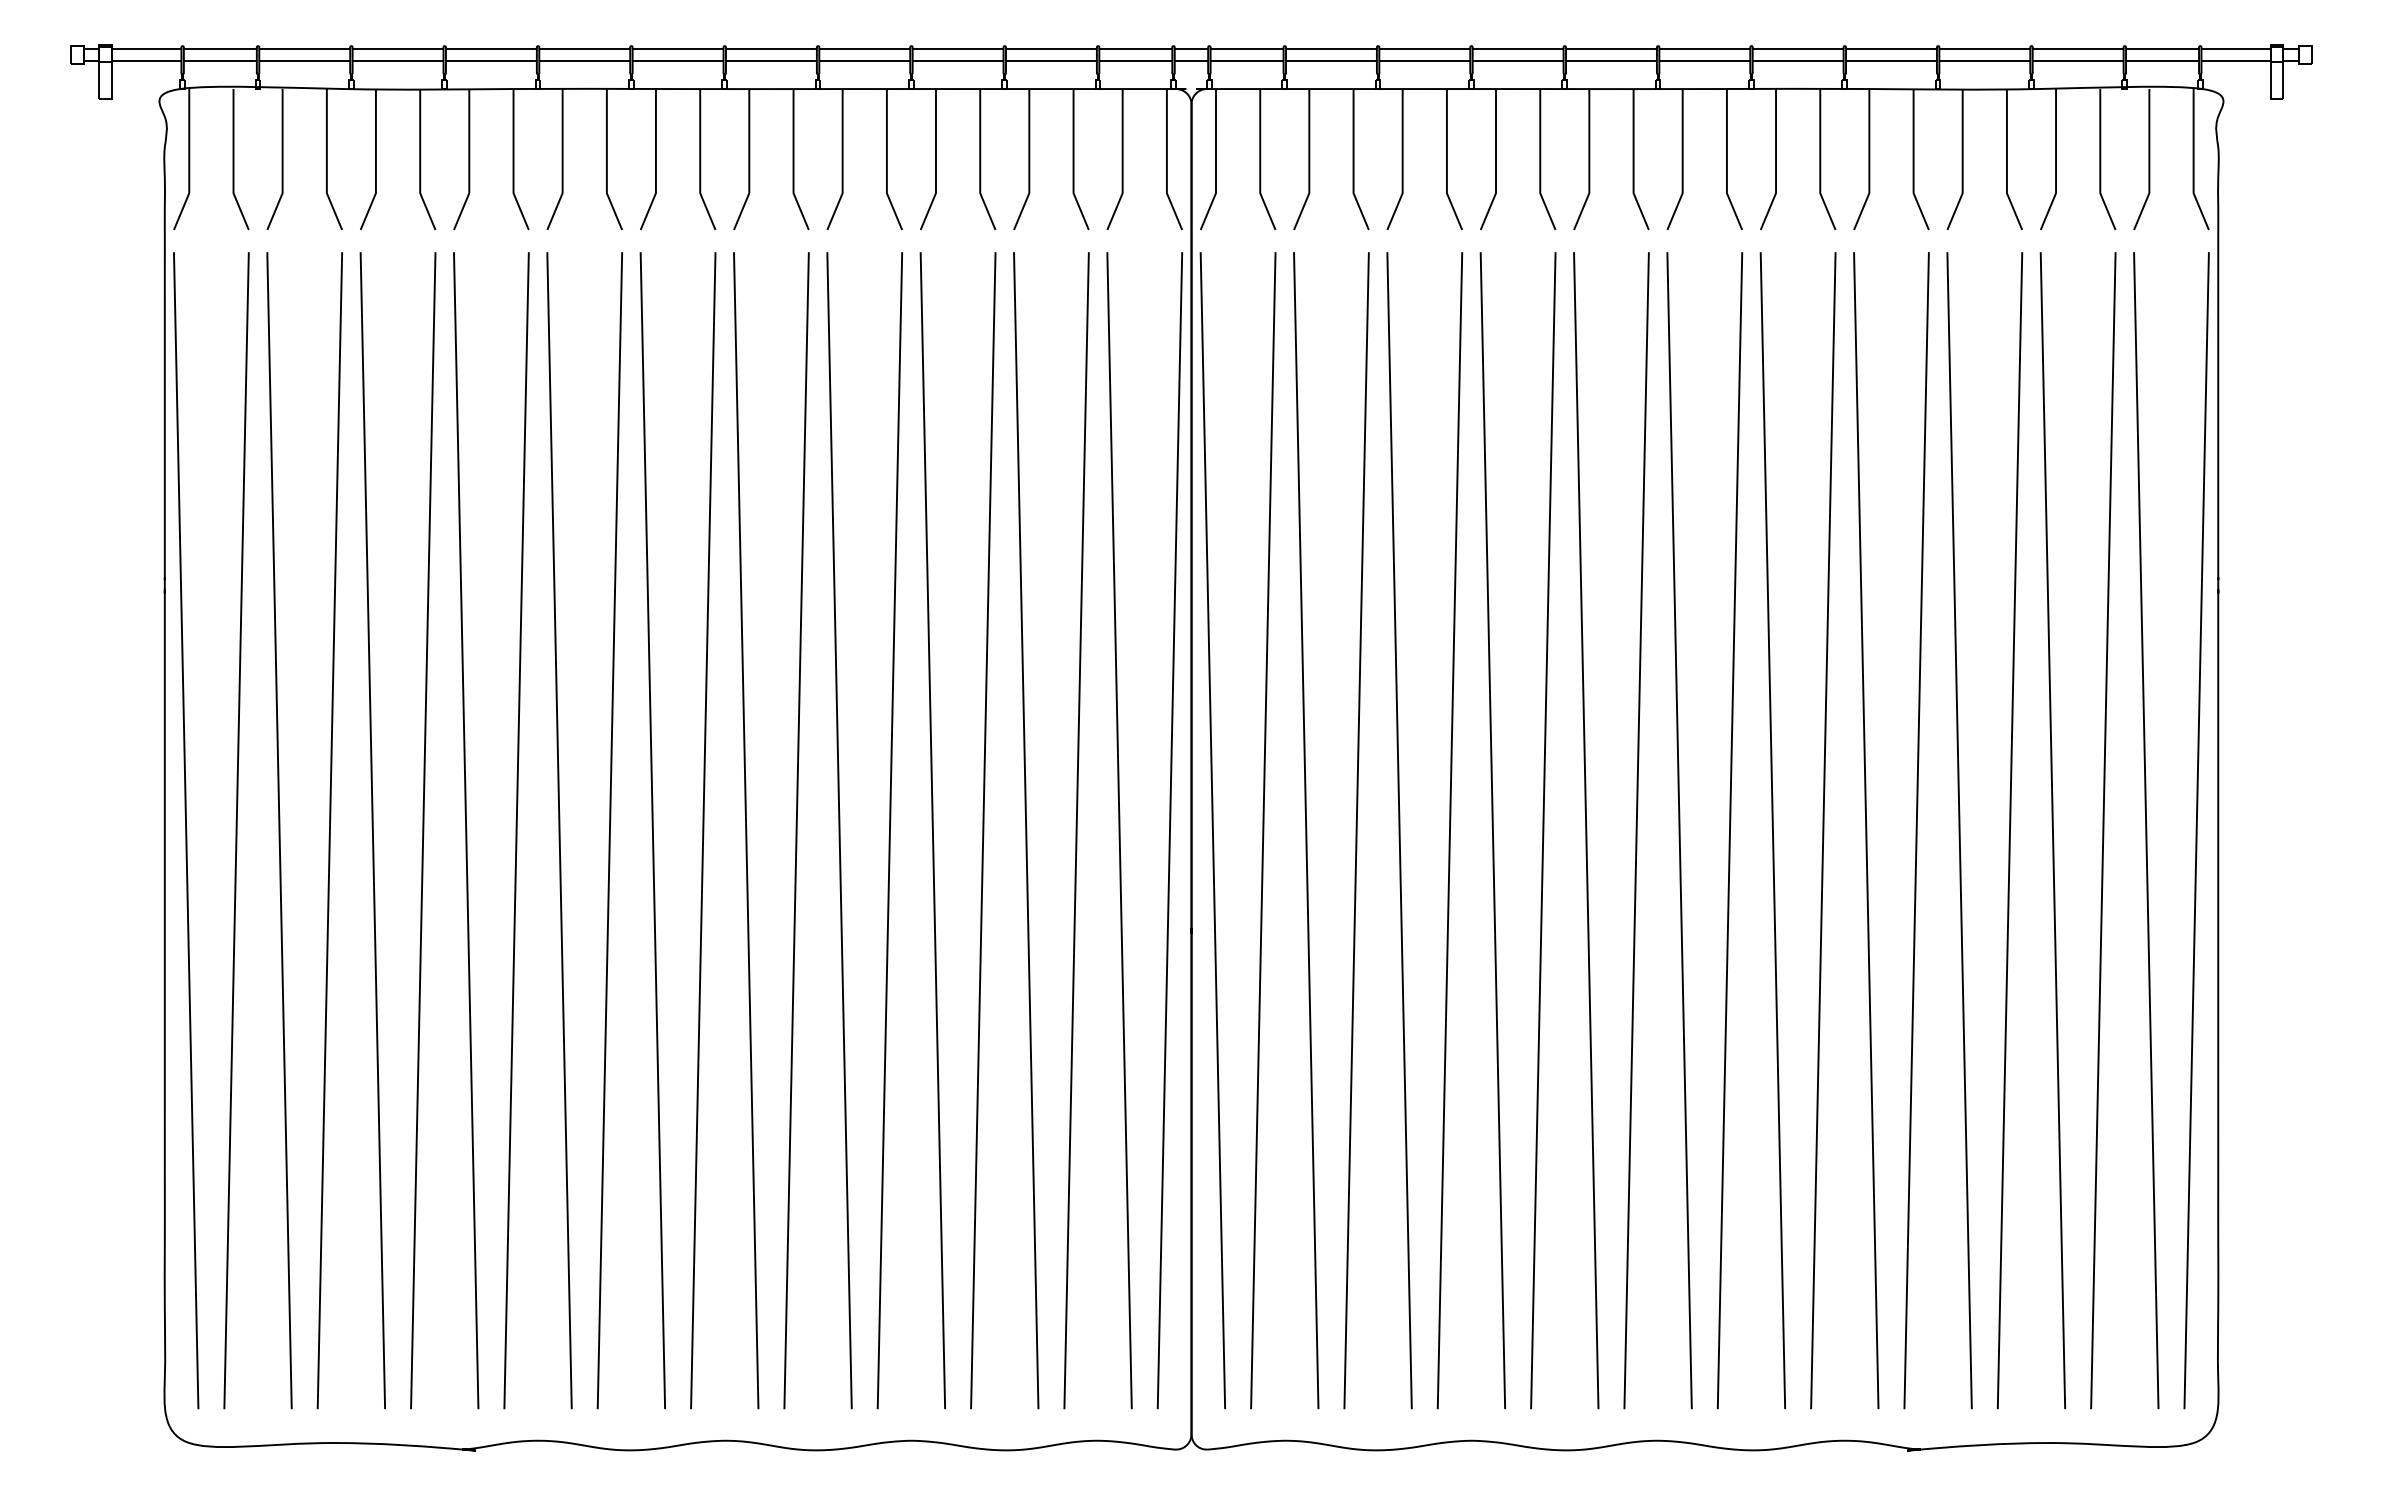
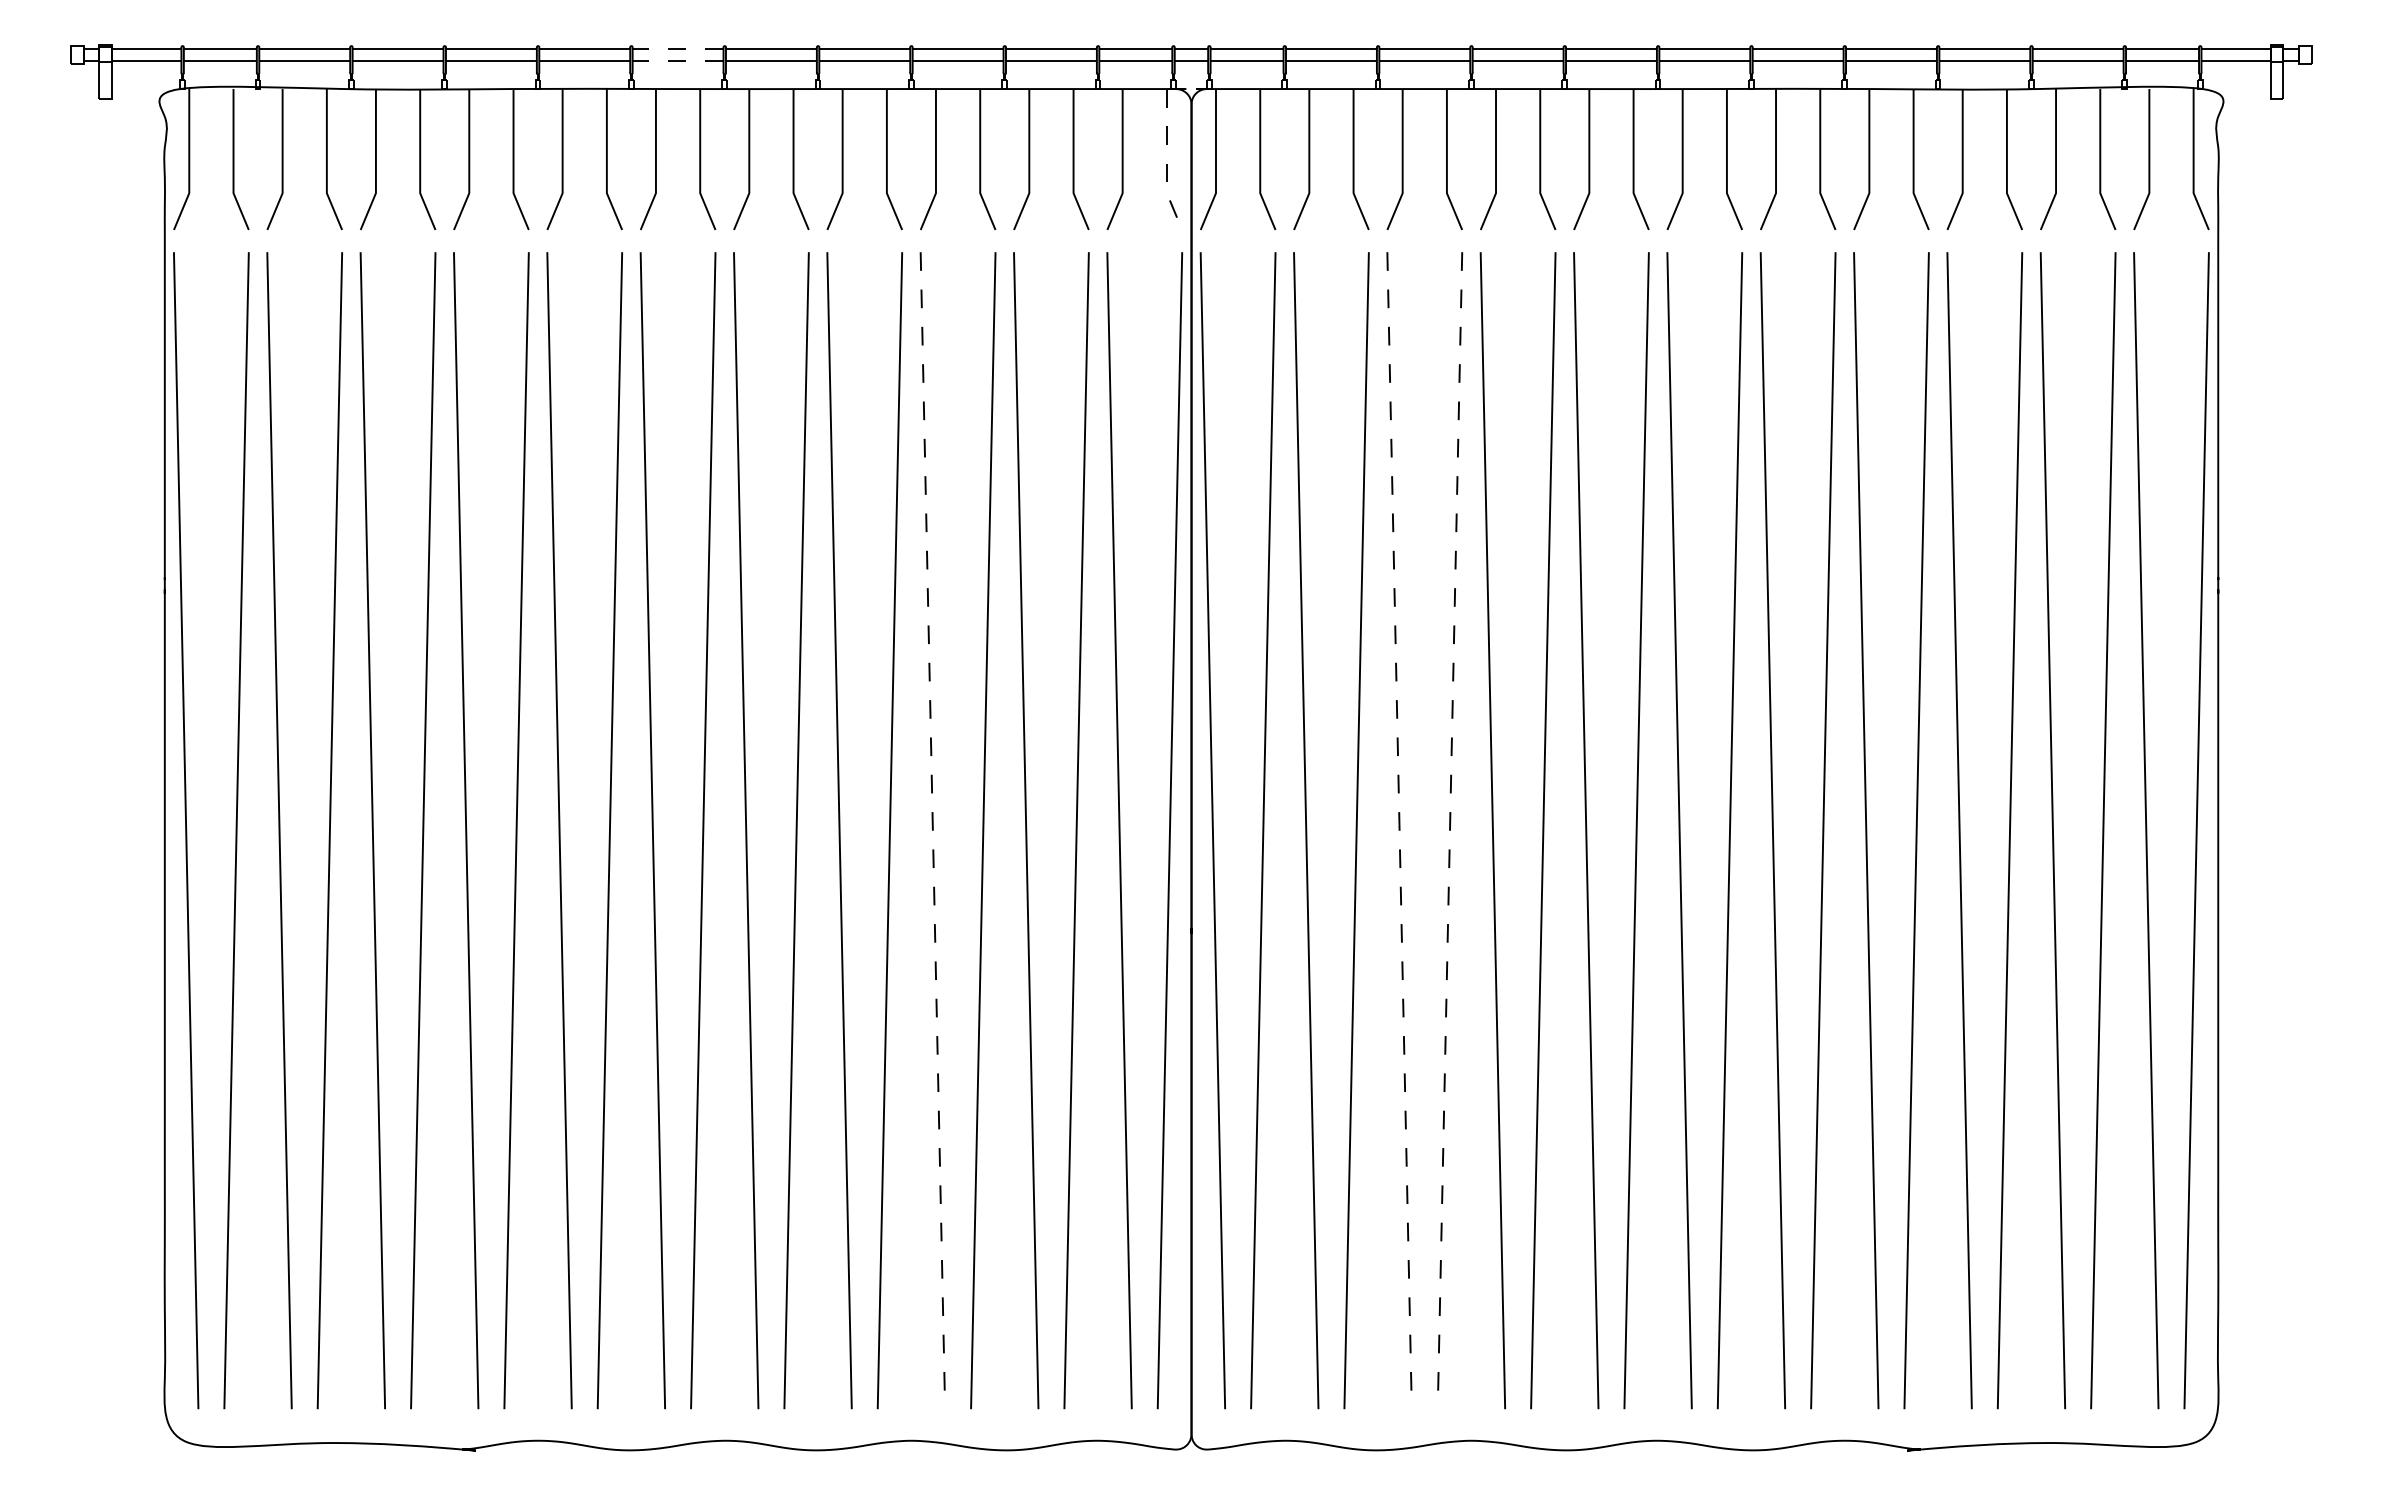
line at (677, 48): solid -> dashed
line at (677, 60): solid -> dashed
line at (1166, 161): solid -> dashed
line at (932, 830): solid -> dashed
line at (1399, 830): solid -> dashed
line at (1449, 830): solid -> dashed
